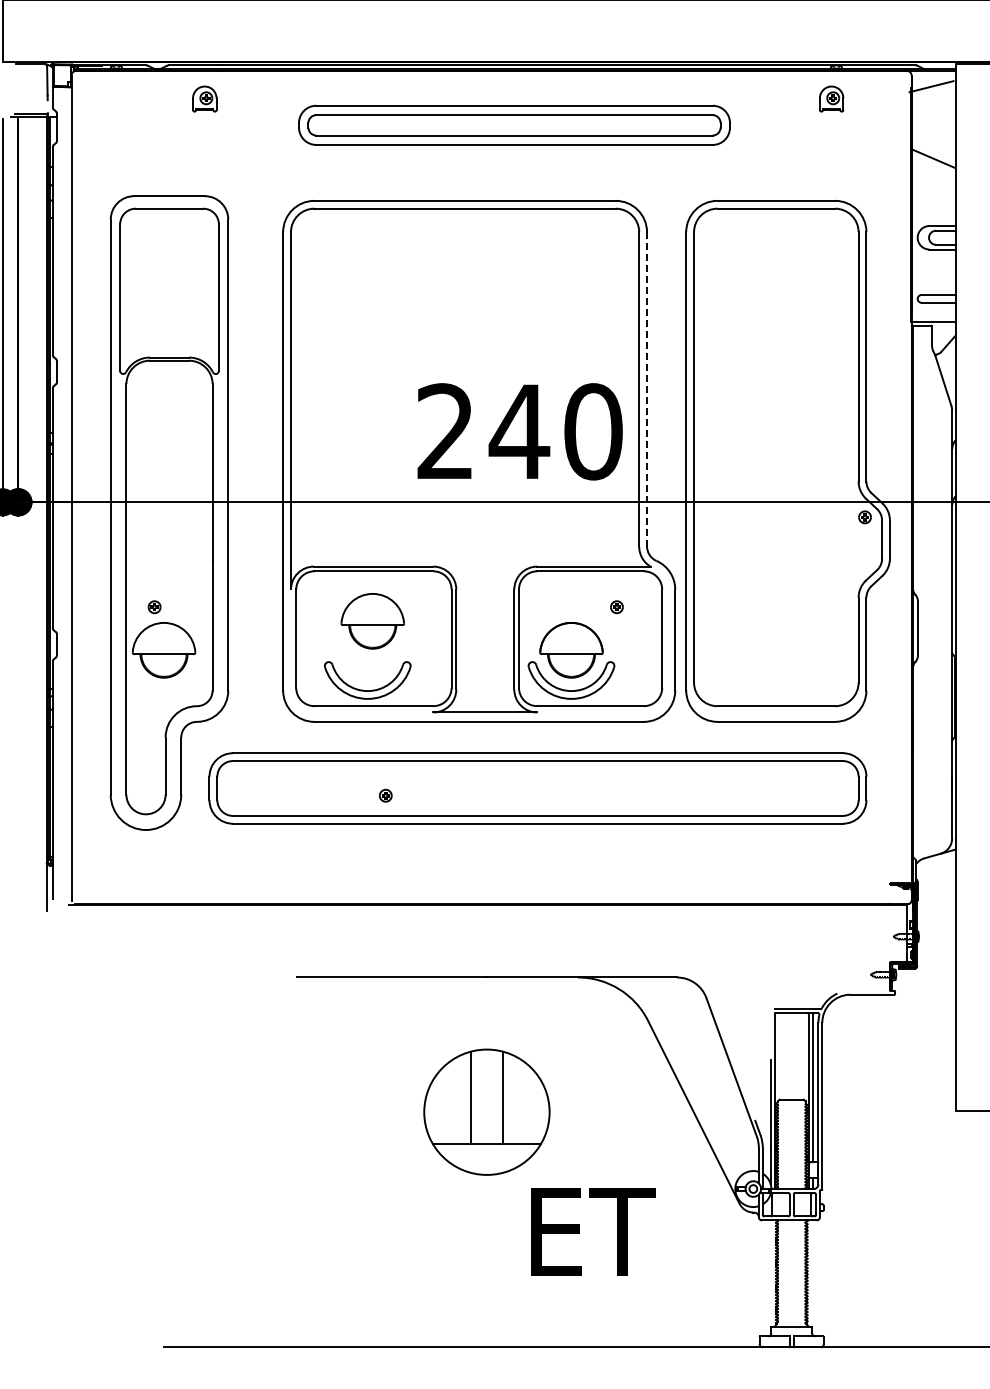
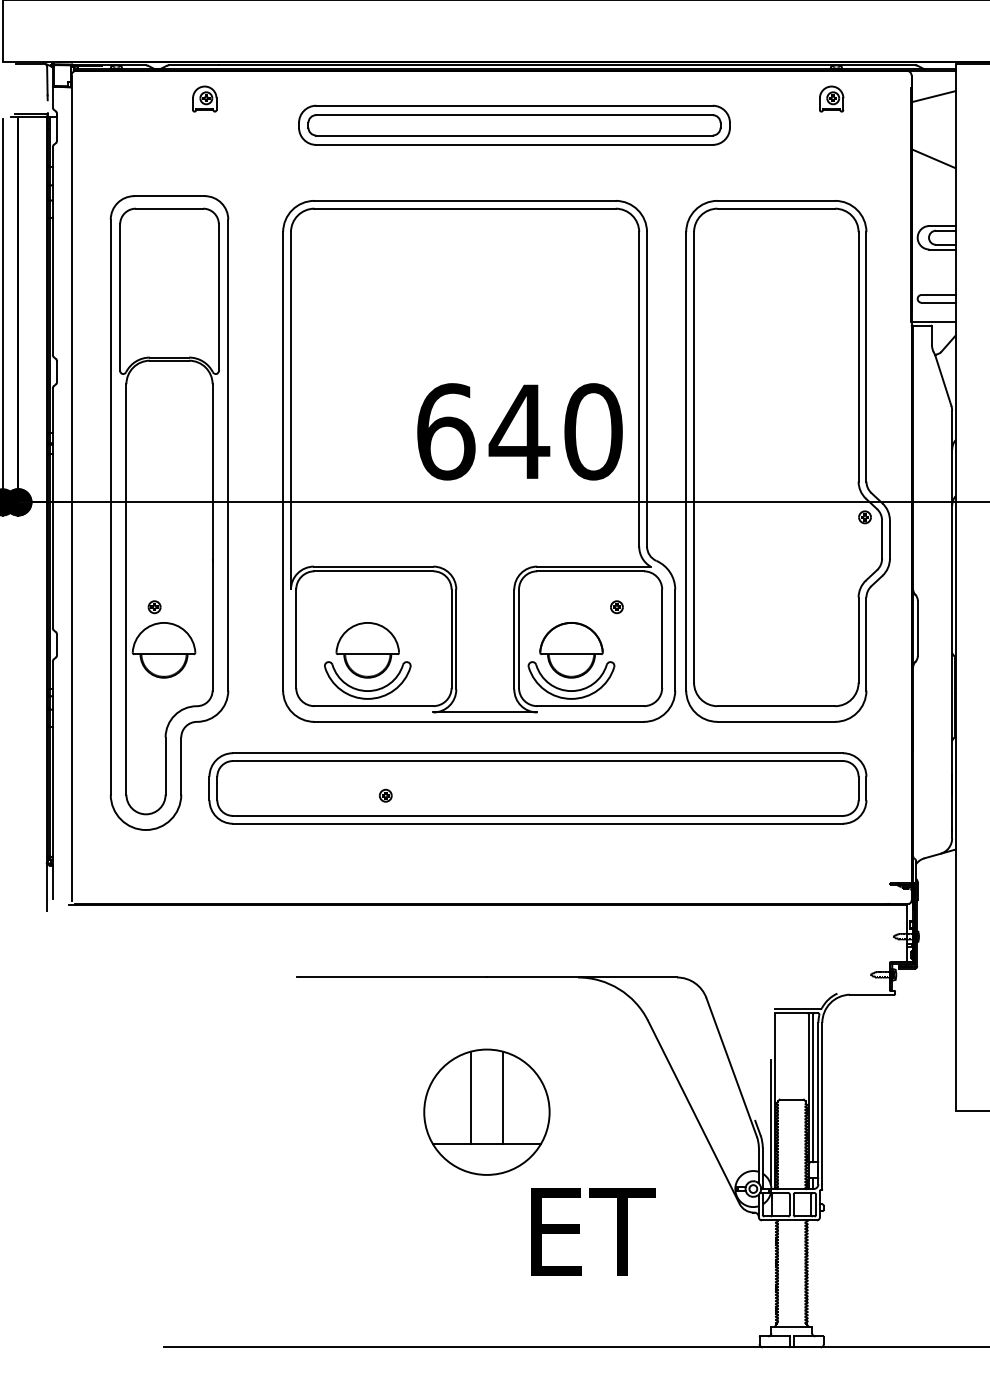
line at (931, 86) position: (931, 86) -> (933, 96)
line at (647, 388): dashed -> solid
text at (446, 431): 240 -> 640
part at (372, 621) position: (372, 621) -> (367, 650)
